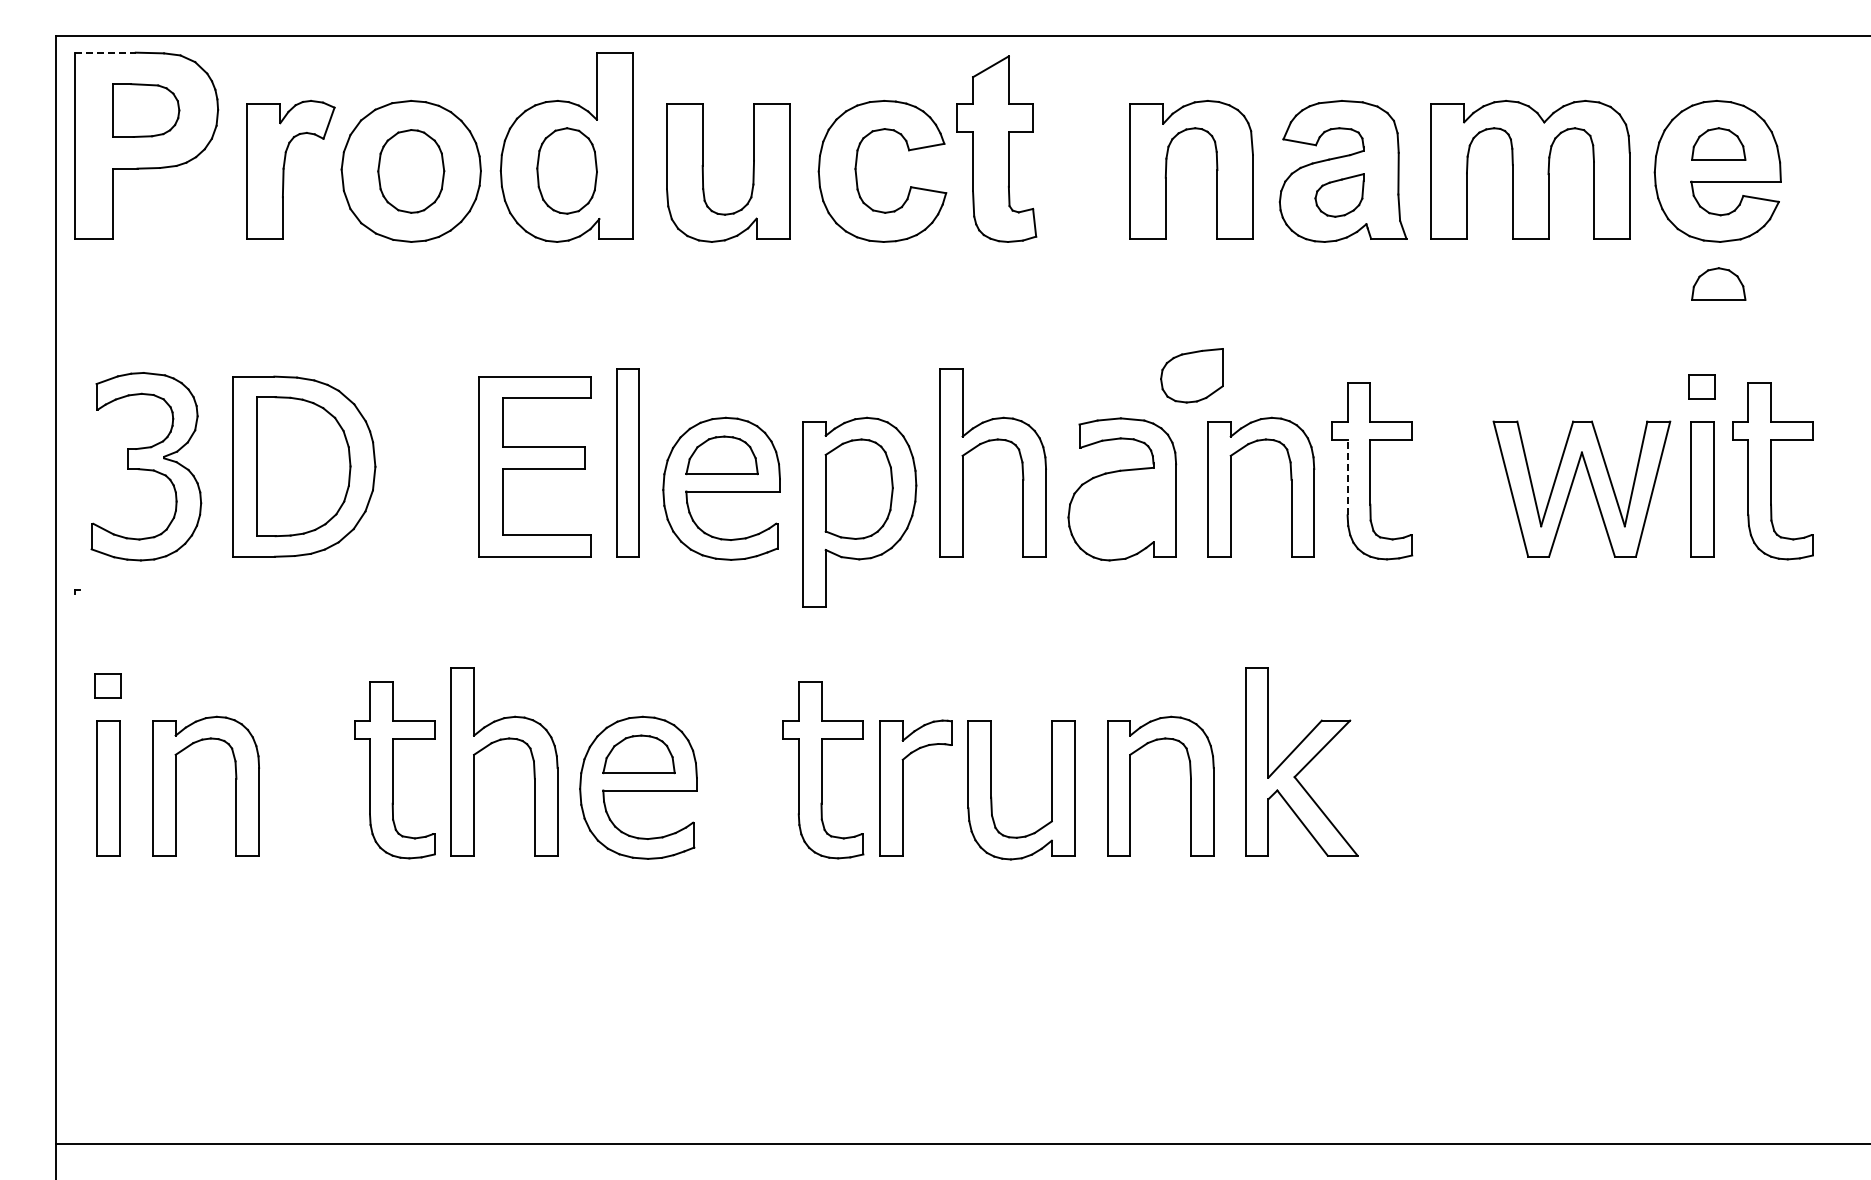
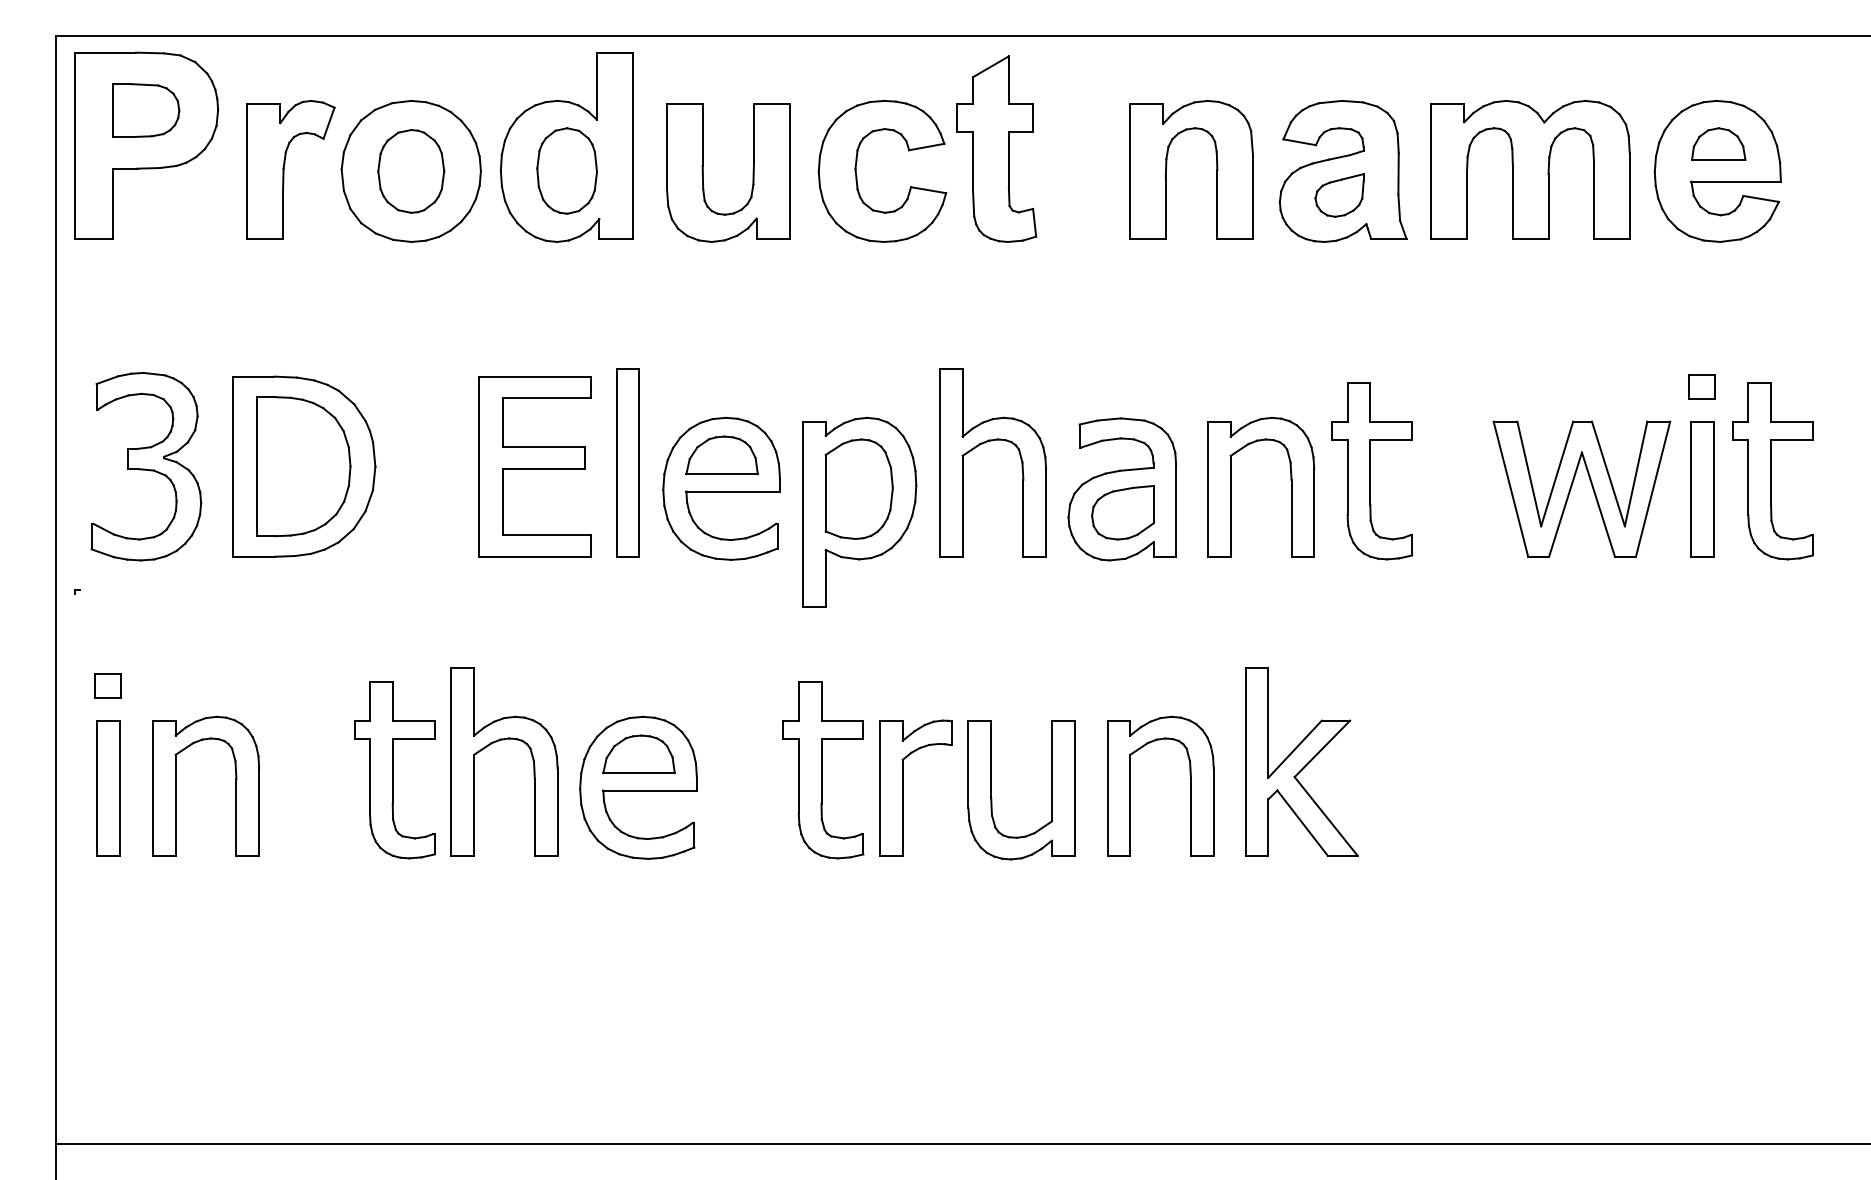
line at (106, 52): dashed -> solid
part at (1718, 283): present -> none
part at (1191, 375) position: (1191, 375) -> (1122, 512)
line at (1347, 477): dashed -> solid
